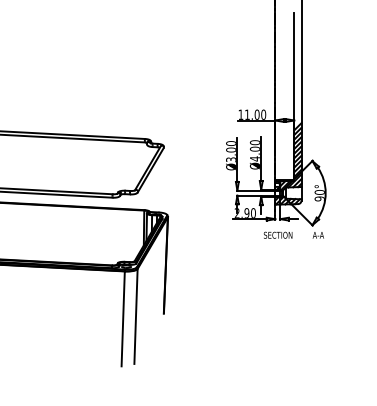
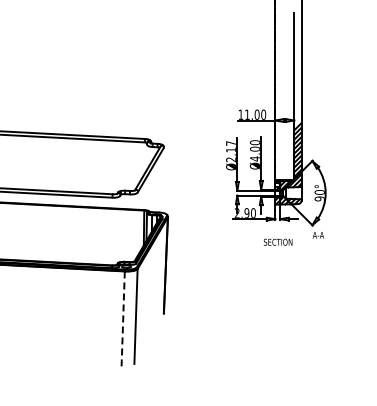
text at (230, 151): Ø3.00 -> Ø2.17
text at (277, 234) position: (277, 234) -> (277, 241)
line at (123, 319): solid -> dashed
